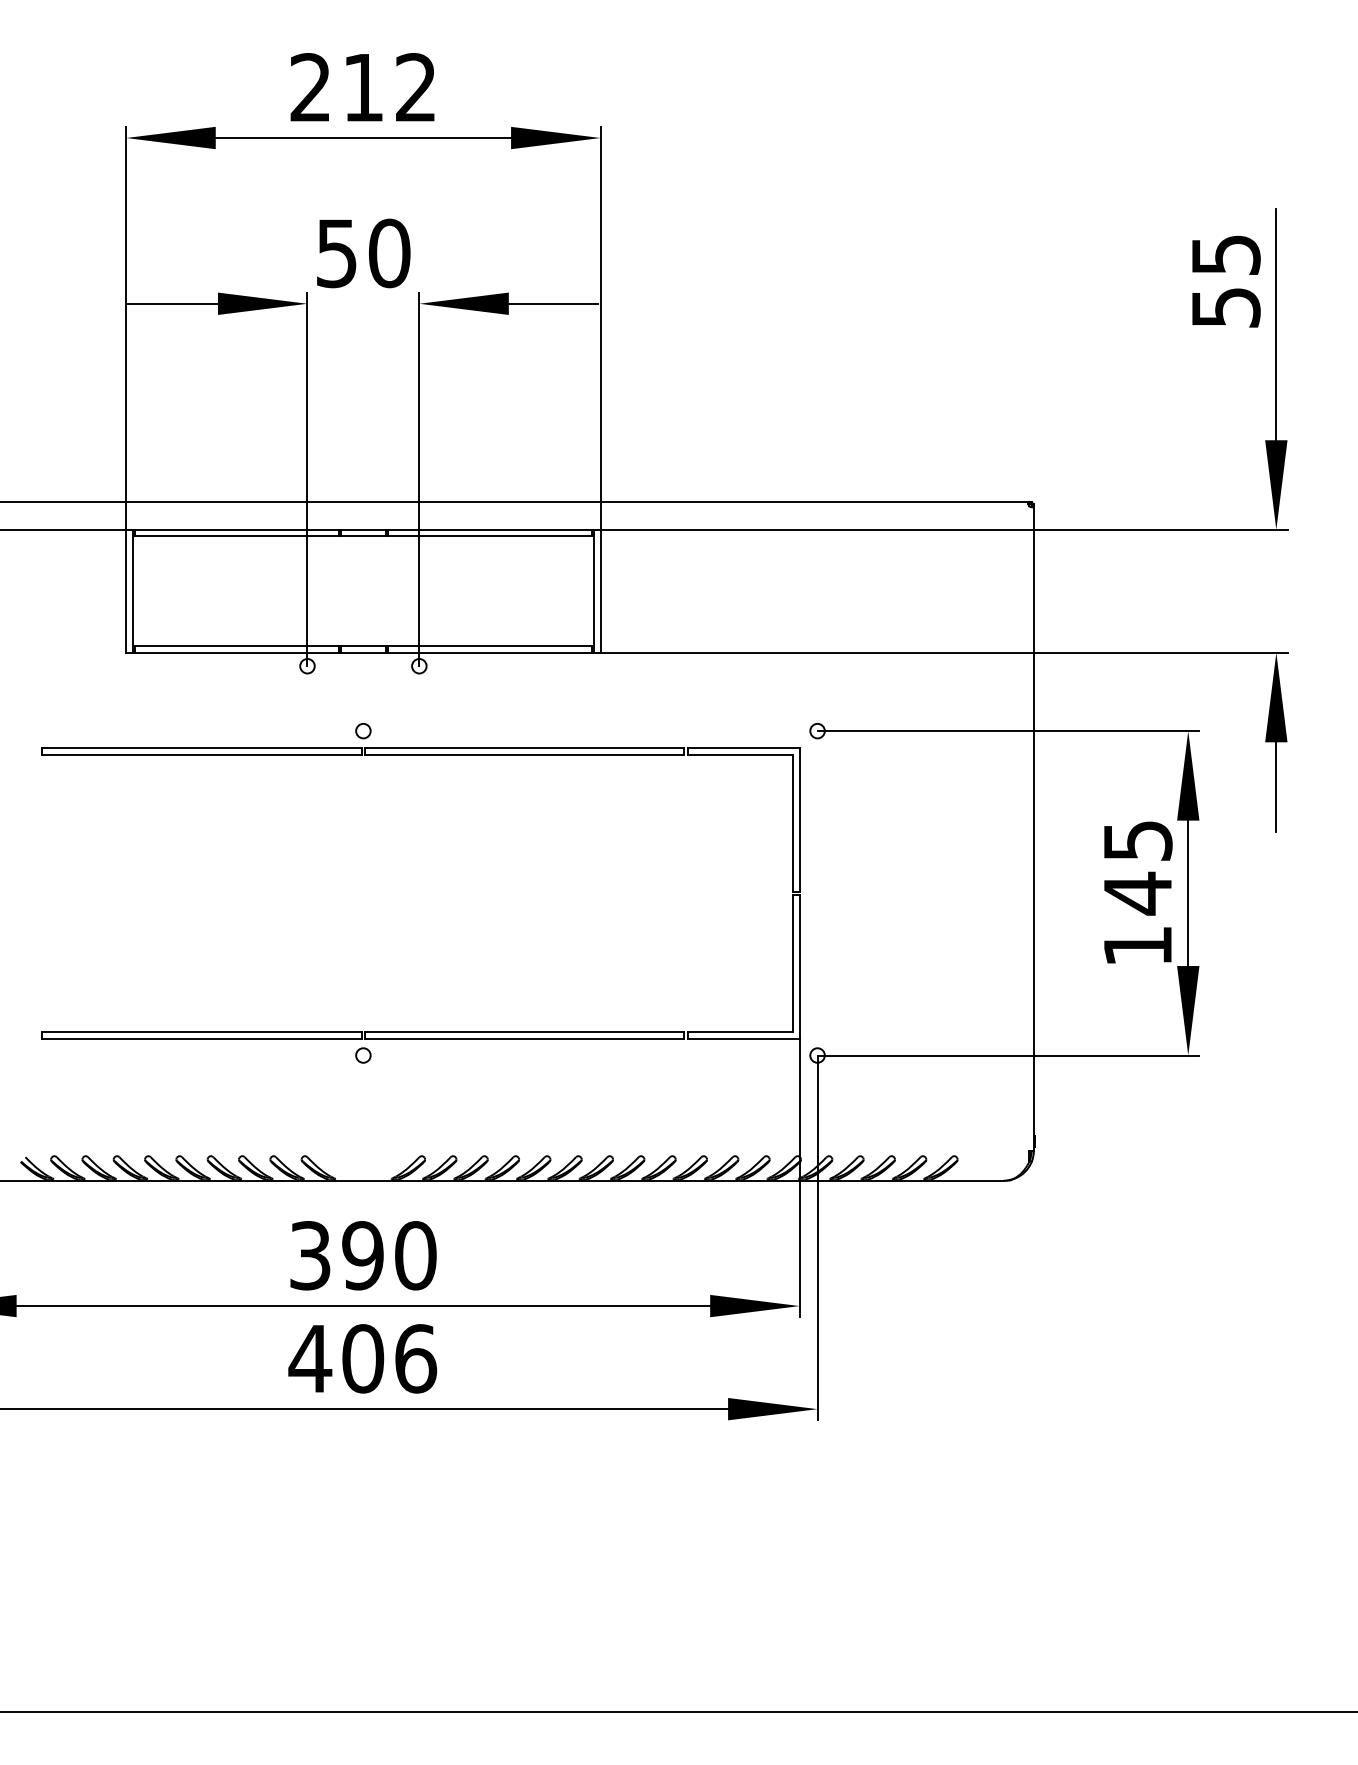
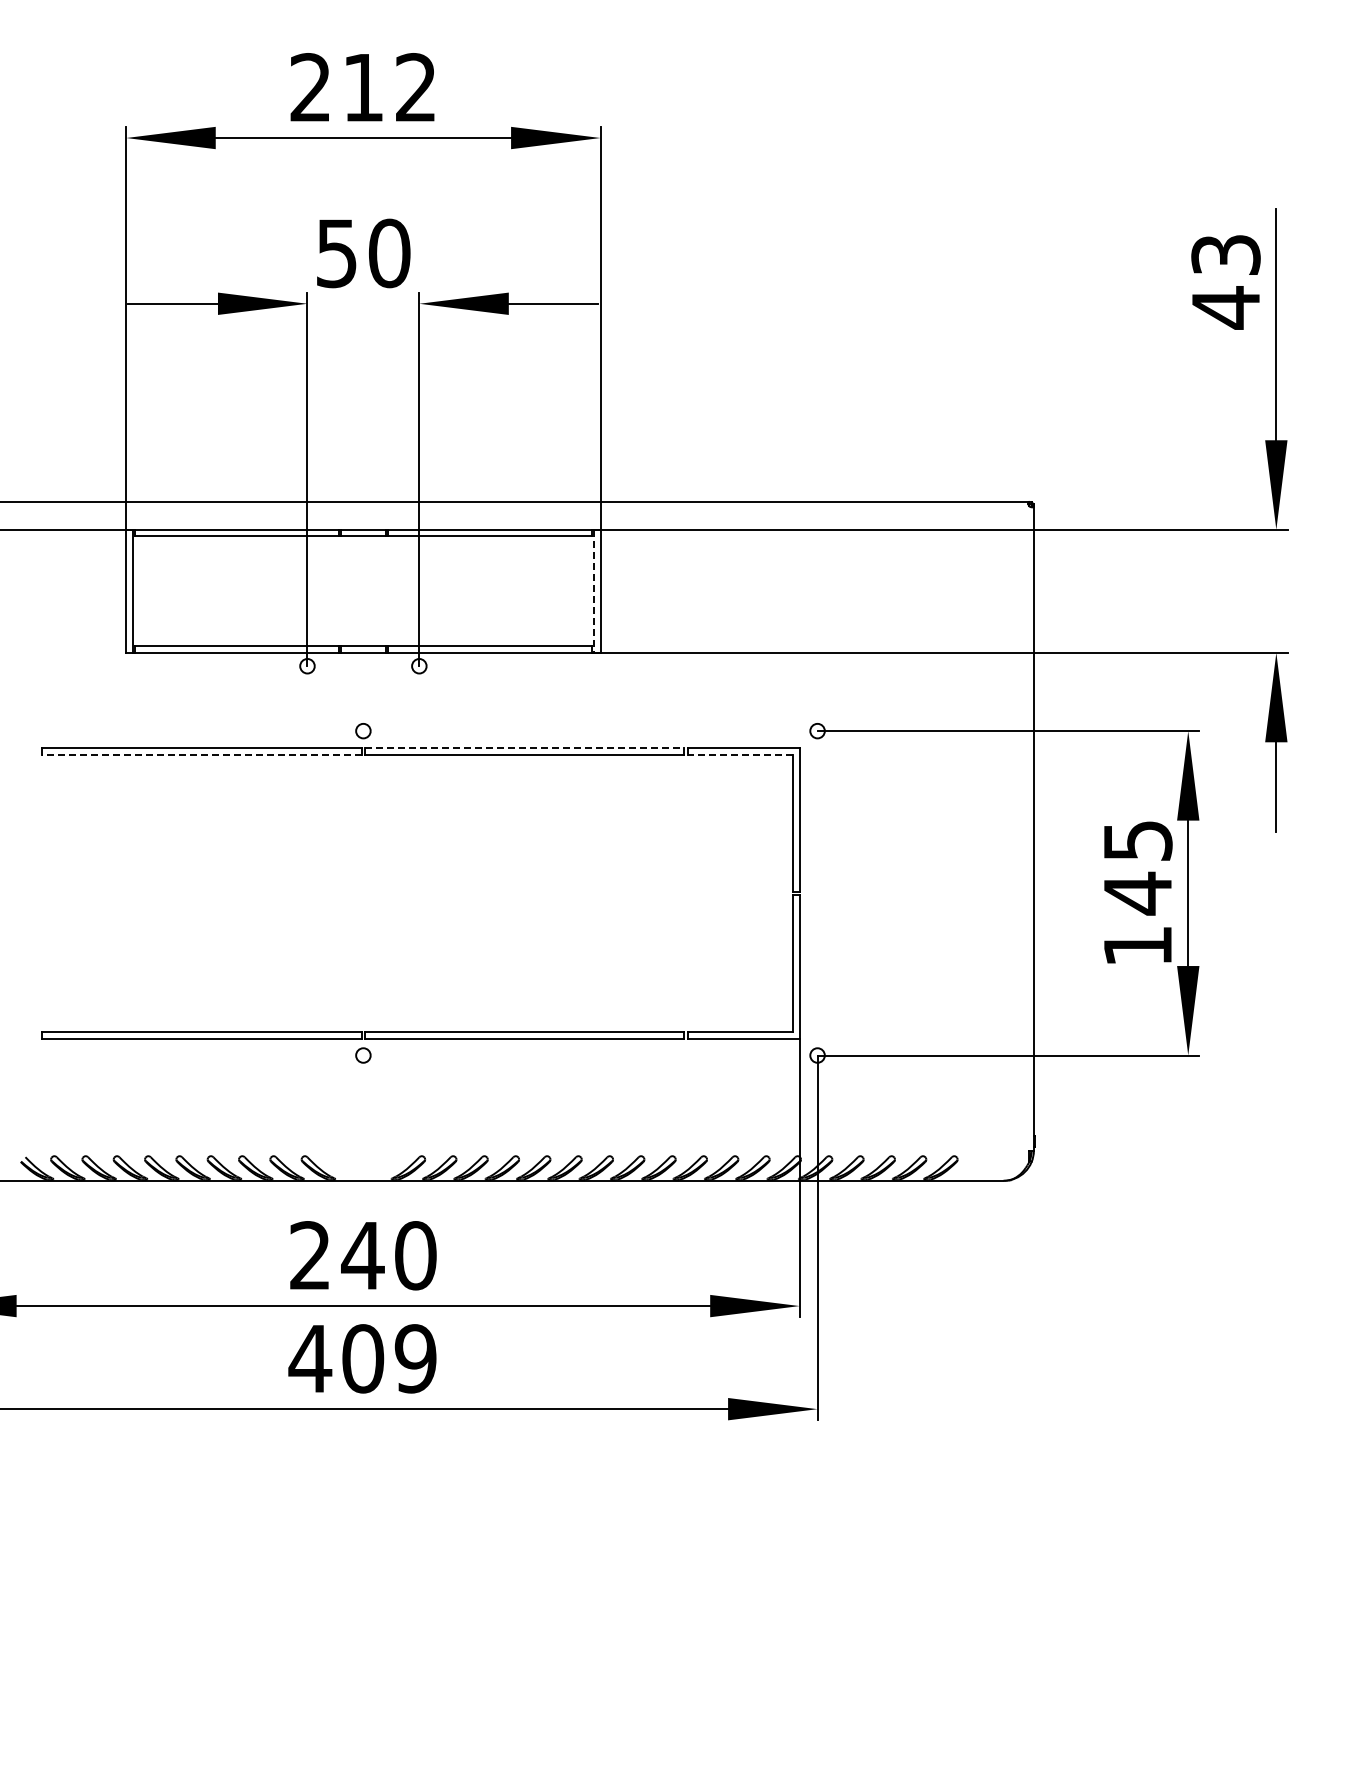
text at (1225, 282): 55 -> 43
line at (593, 591): solid -> dashed
line at (524, 747): solid -> dashed
line at (202, 754): solid -> dashed
line at (740, 754): solid -> dashed
text at (337, 1255): 390 -> 240
text at (415, 1358): 406 -> 409
line at (678, 1712): present -> none
